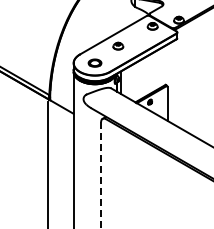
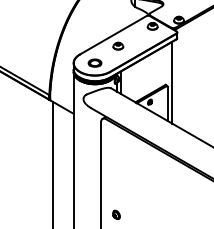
line at (172, 82): none -> present
line at (47, 163) position: (47, 163) -> (52, 163)
line at (101, 175): dashed -> solid
part at (116, 214): none -> present
